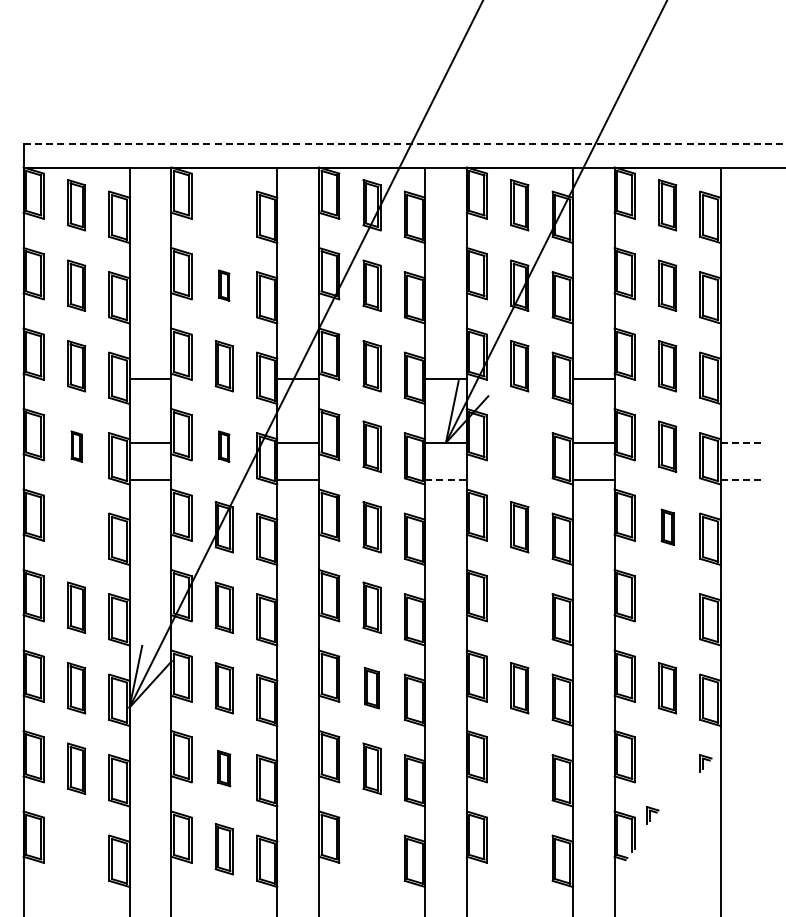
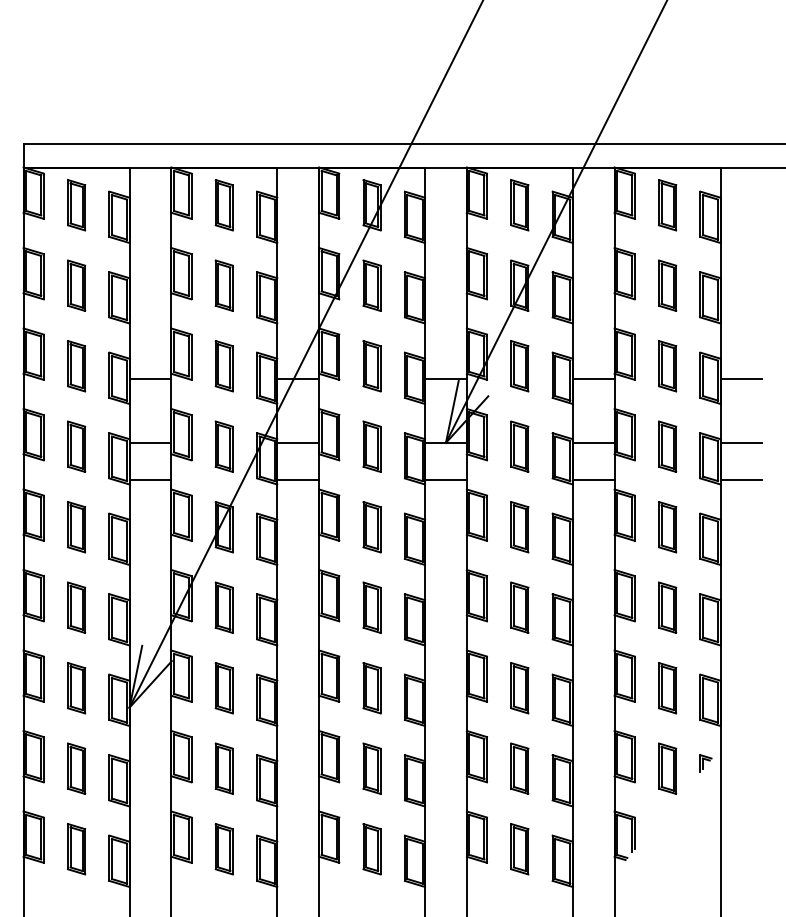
line at (404, 143): dashed -> solid
part at (223, 205): none -> present
part at (224, 285) size: 13x33 px -> 20x53 px
line at (741, 379): none -> present
line at (741, 442): dashed -> solid
part at (76, 446) size: 13x33 px -> 20x53 px
part at (224, 446) size: 13x33 px -> 20x53 px
part at (519, 446): none -> present
line at (445, 479): dashed -> solid
line at (741, 479): dashed -> solid
part at (667, 526) size: 15x38 px -> 20x53 px
part at (76, 527): none -> present
part at (519, 607): none -> present
part at (667, 607): none -> present
part at (371, 688) size: 16x43 px -> 20x53 px
part at (224, 768) size: 15x38 px -> 20x53 px
part at (519, 768): none -> present
part at (667, 768): none -> present
part at (652, 815): present -> none
part at (76, 849): none -> present
part at (371, 849): none -> present
part at (519, 849): none -> present
